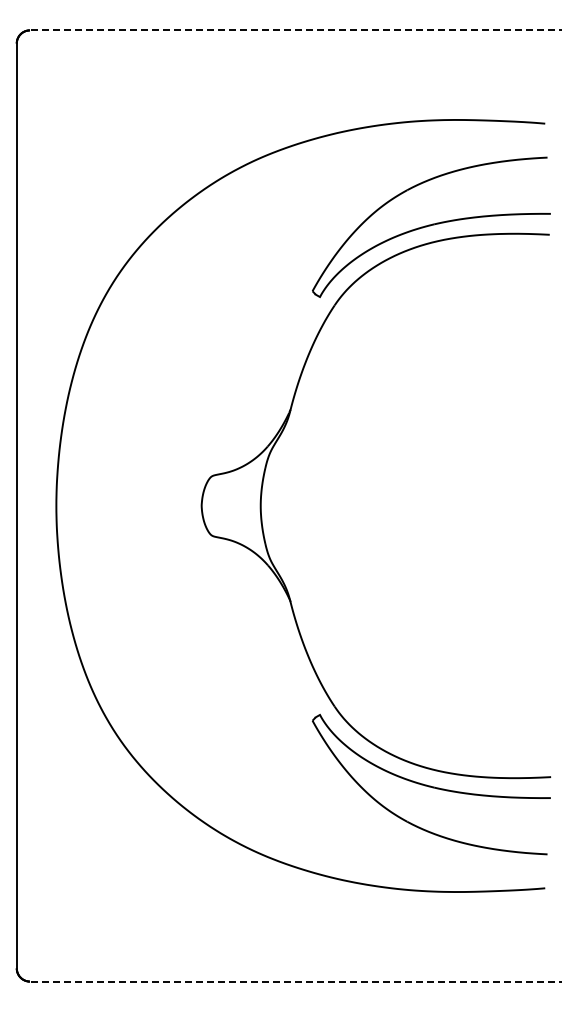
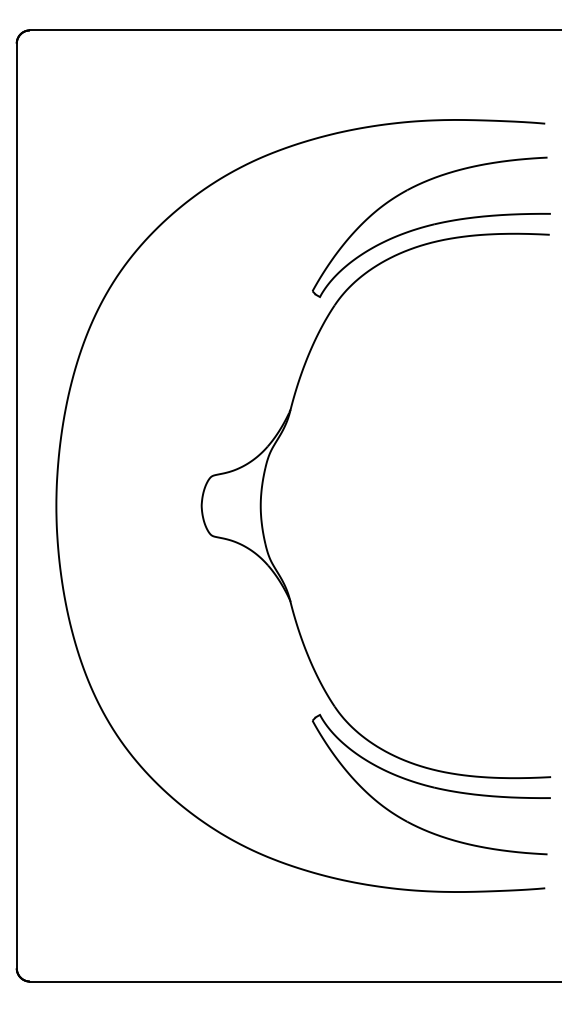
line at (295, 30): dashed -> solid
line at (295, 981): dashed -> solid
